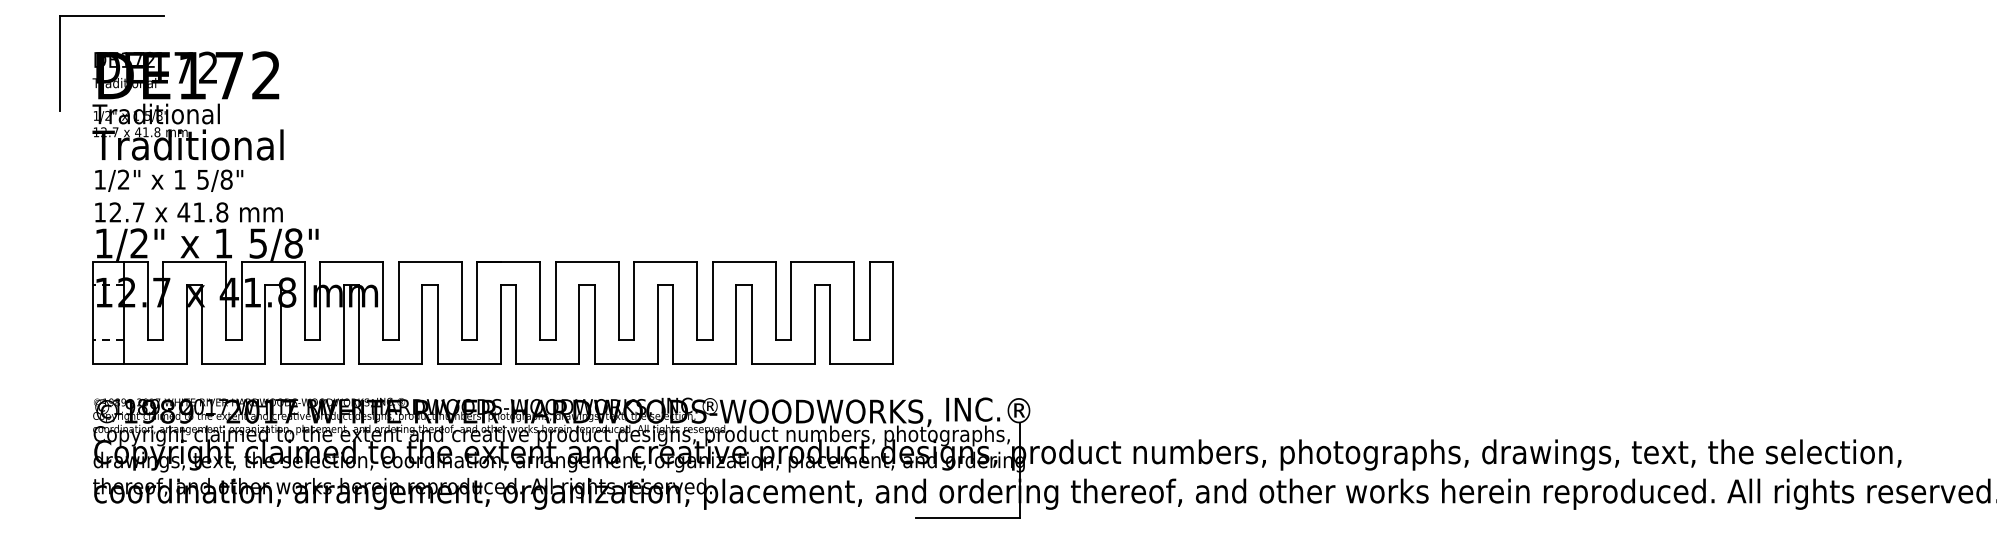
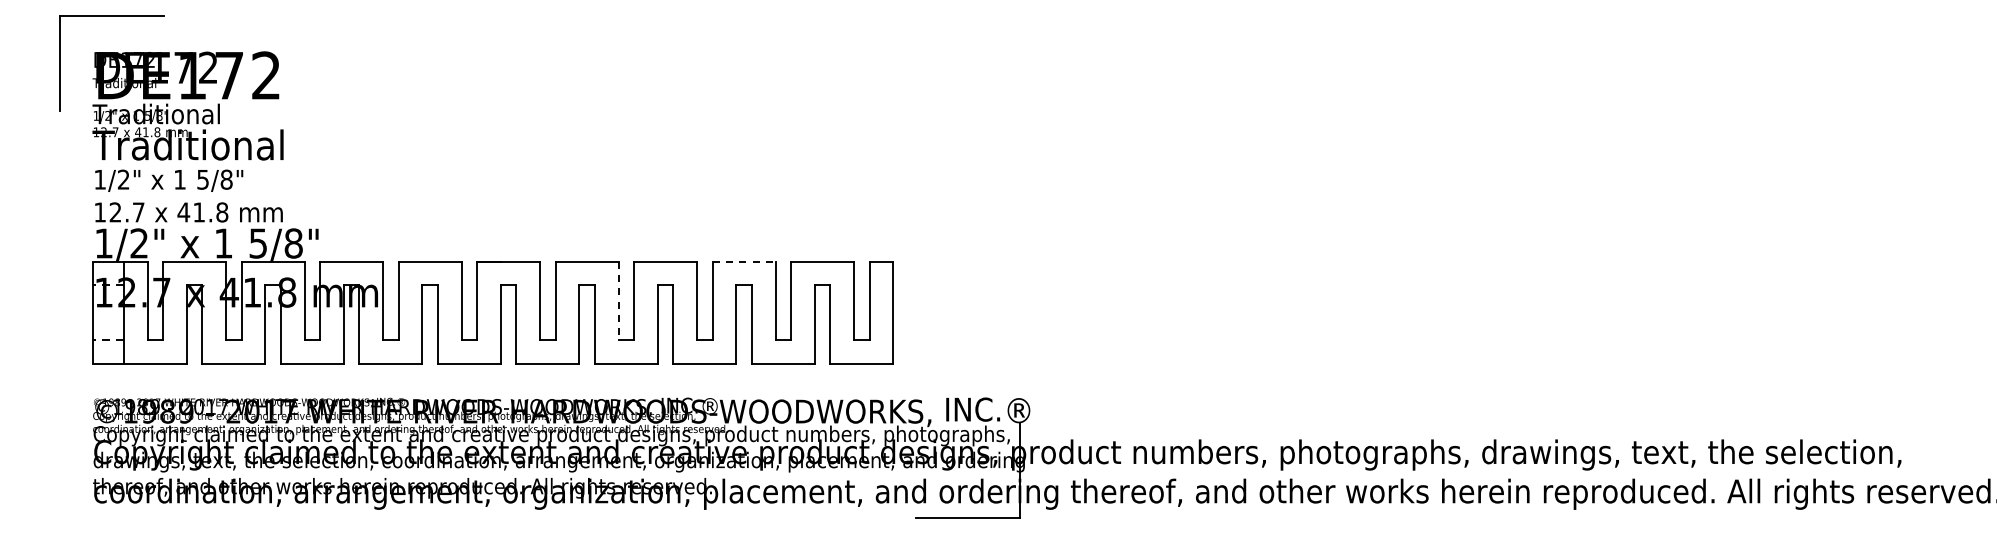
line at (744, 261): solid -> dashed
line at (618, 301): solid -> dashed
